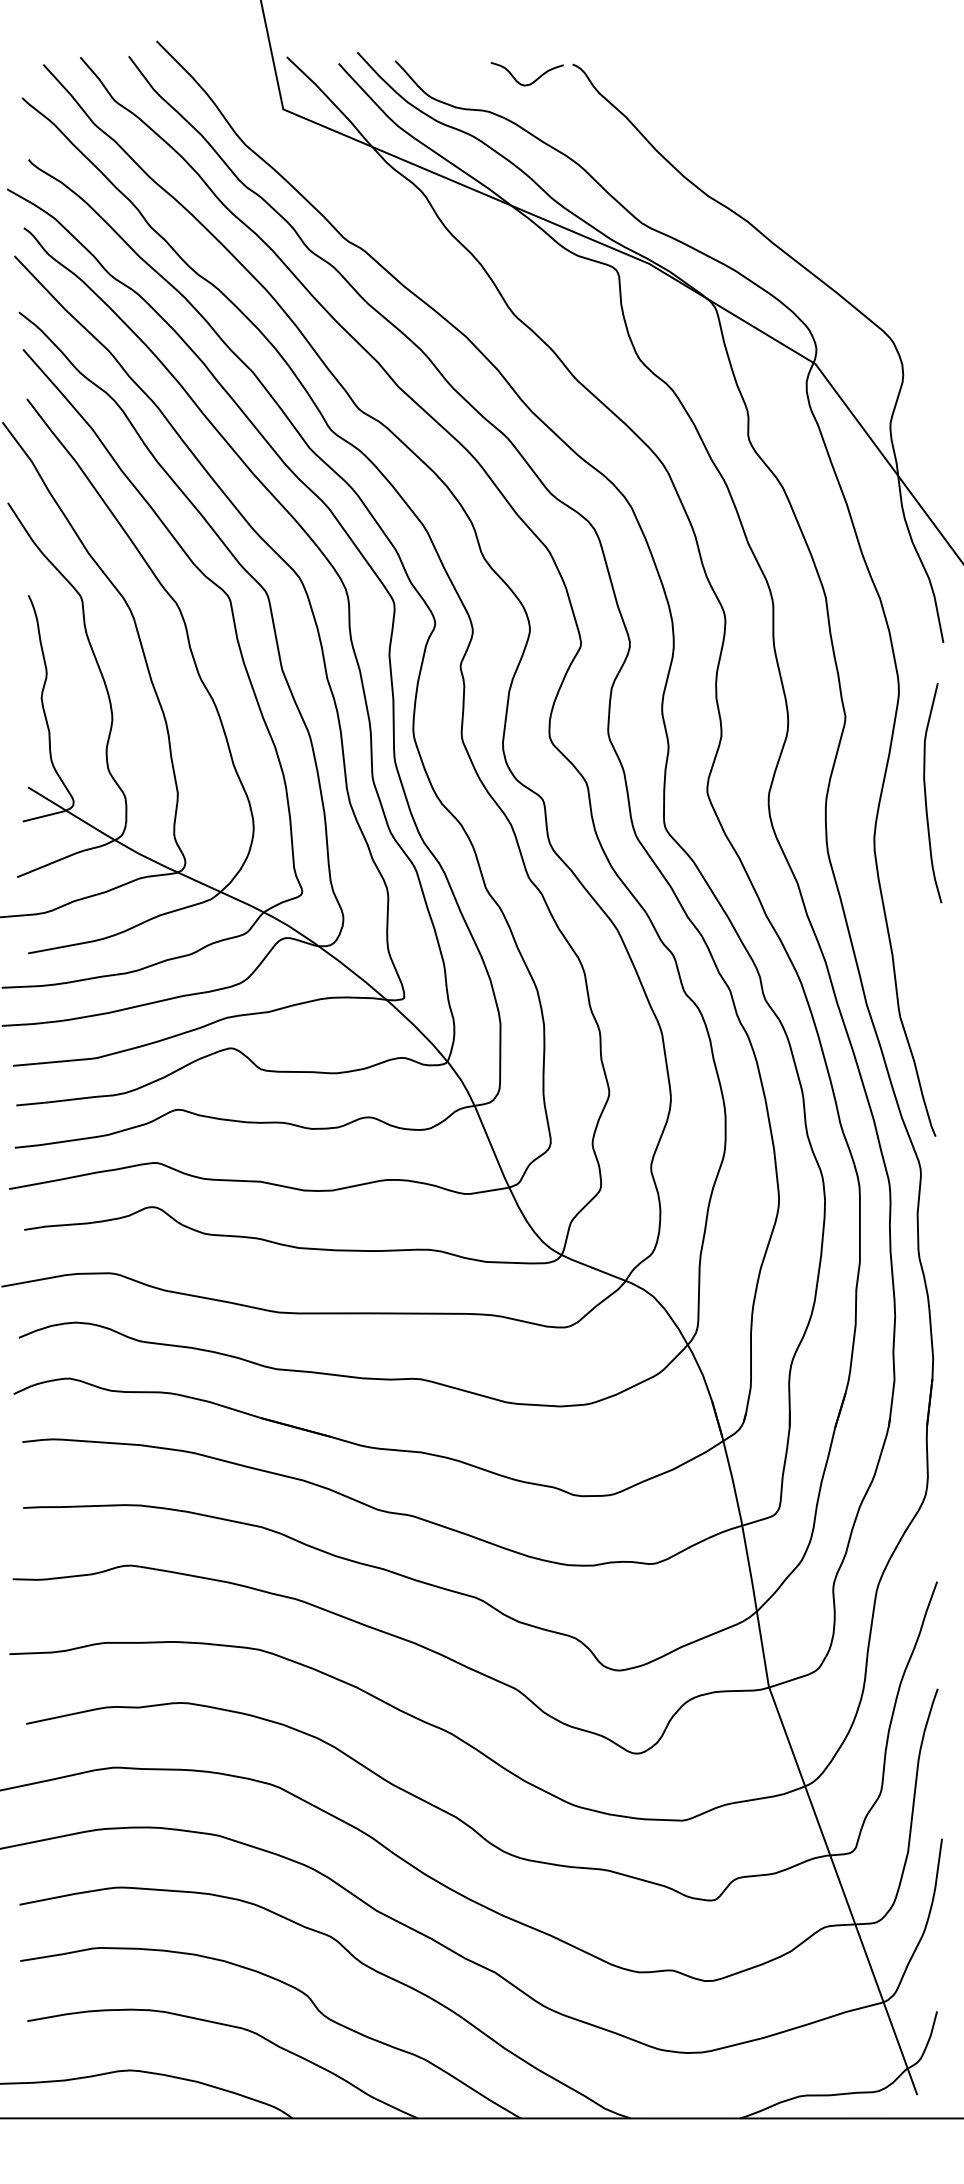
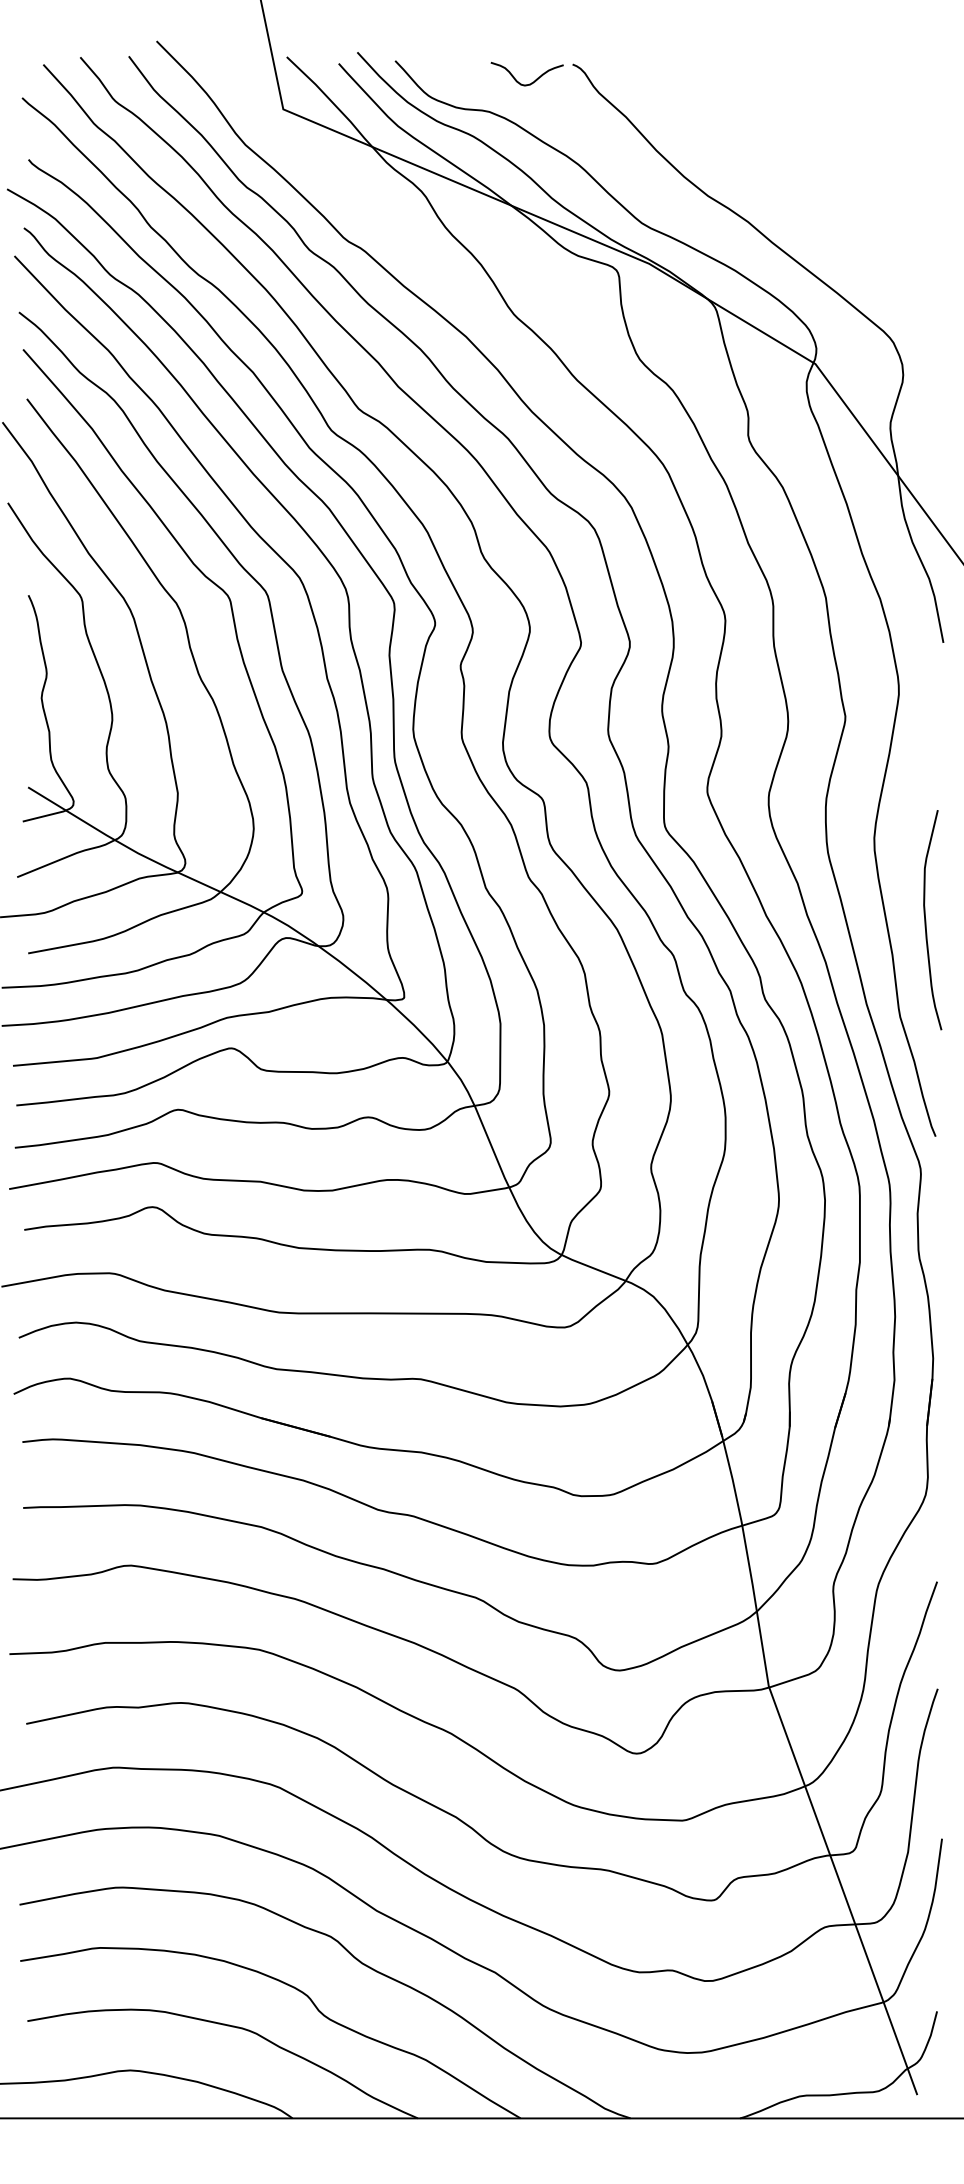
curve at (926, 793) position: (926, 793) -> (926, 920)
